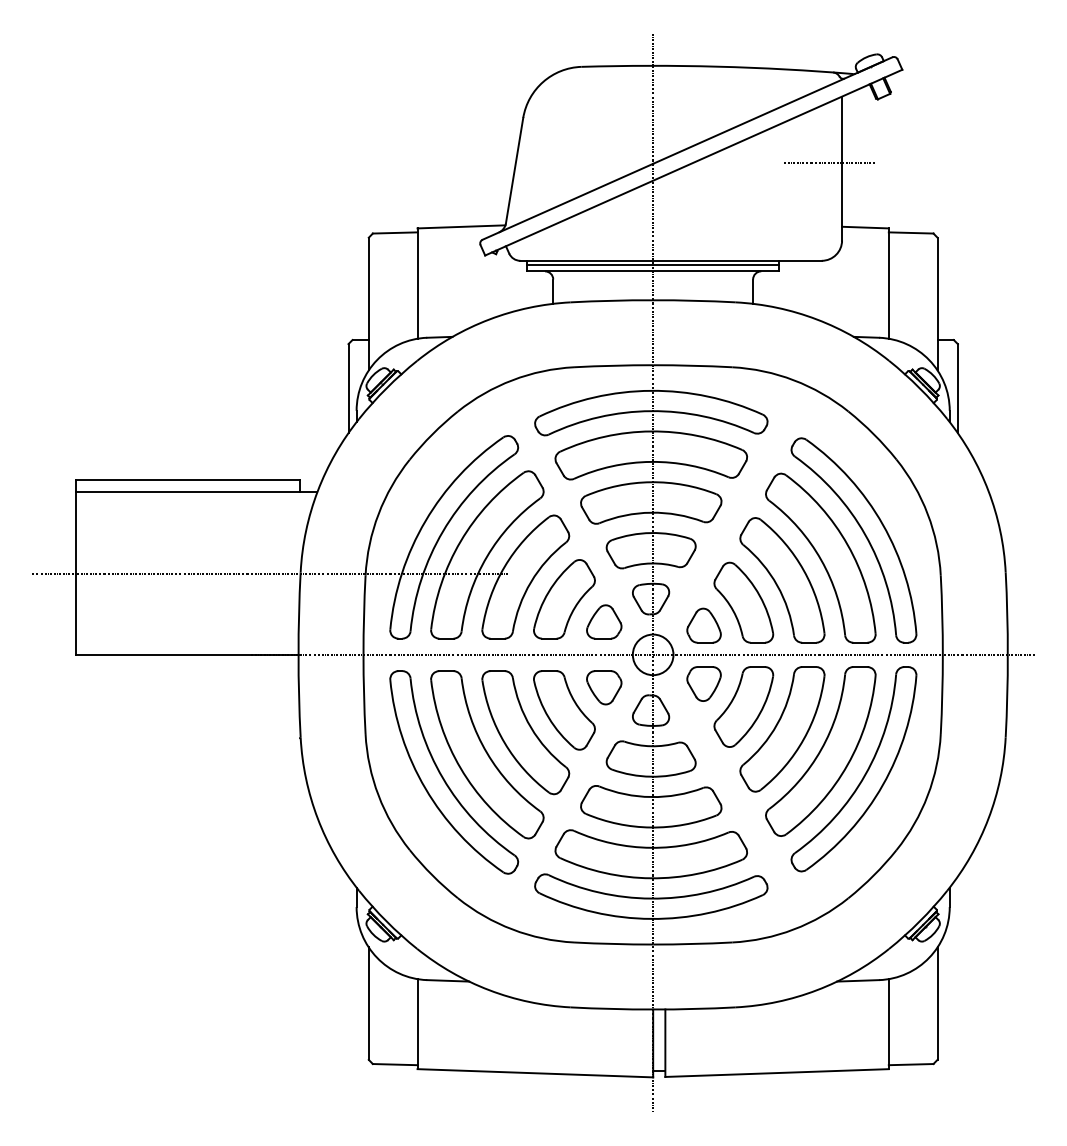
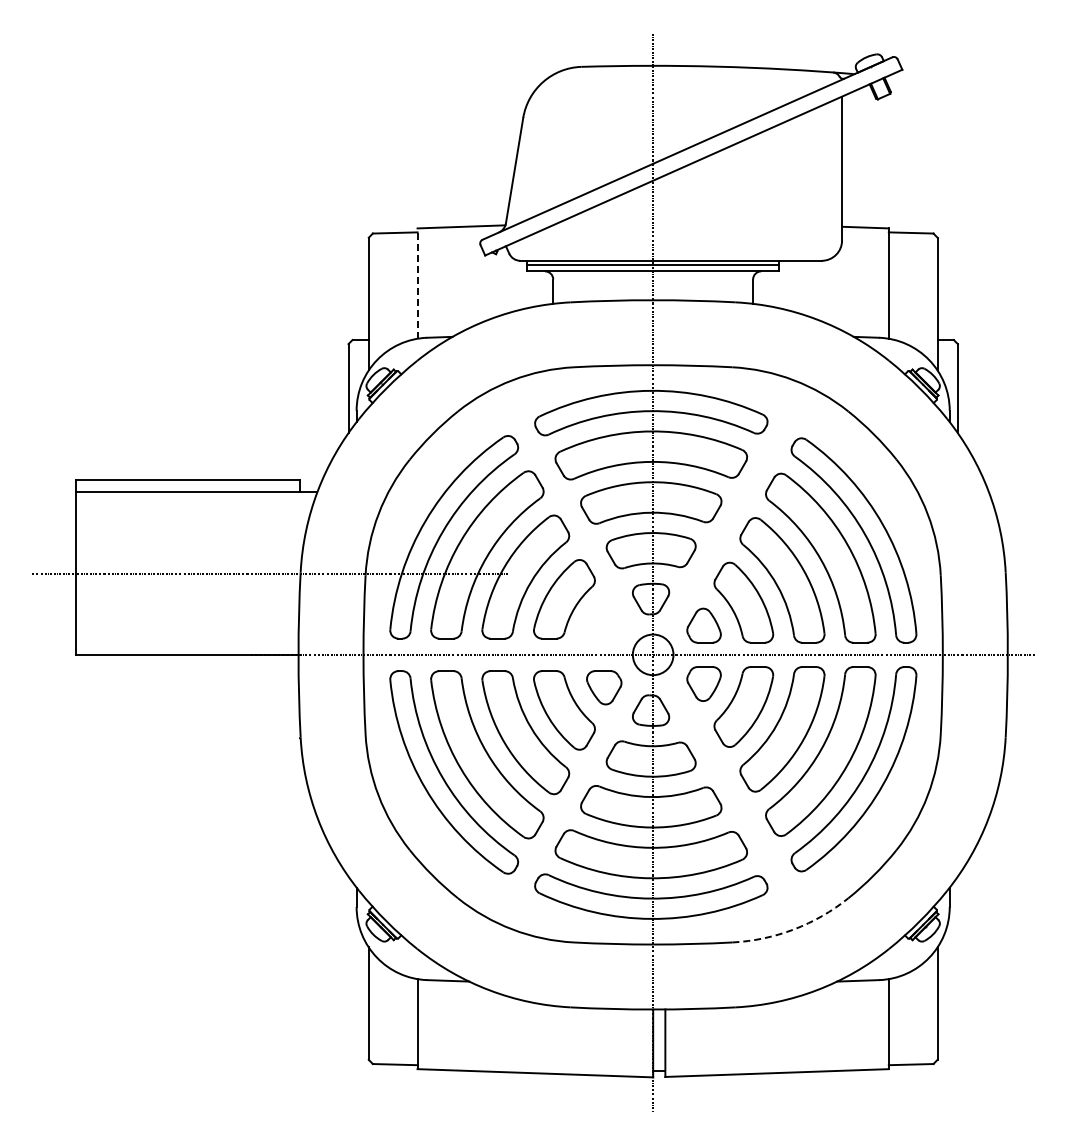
line at (829, 163): present -> none
line at (417, 283): solid -> dashed
part at (604, 621): present -> none
arc at (793, 929): solid -> dashed
